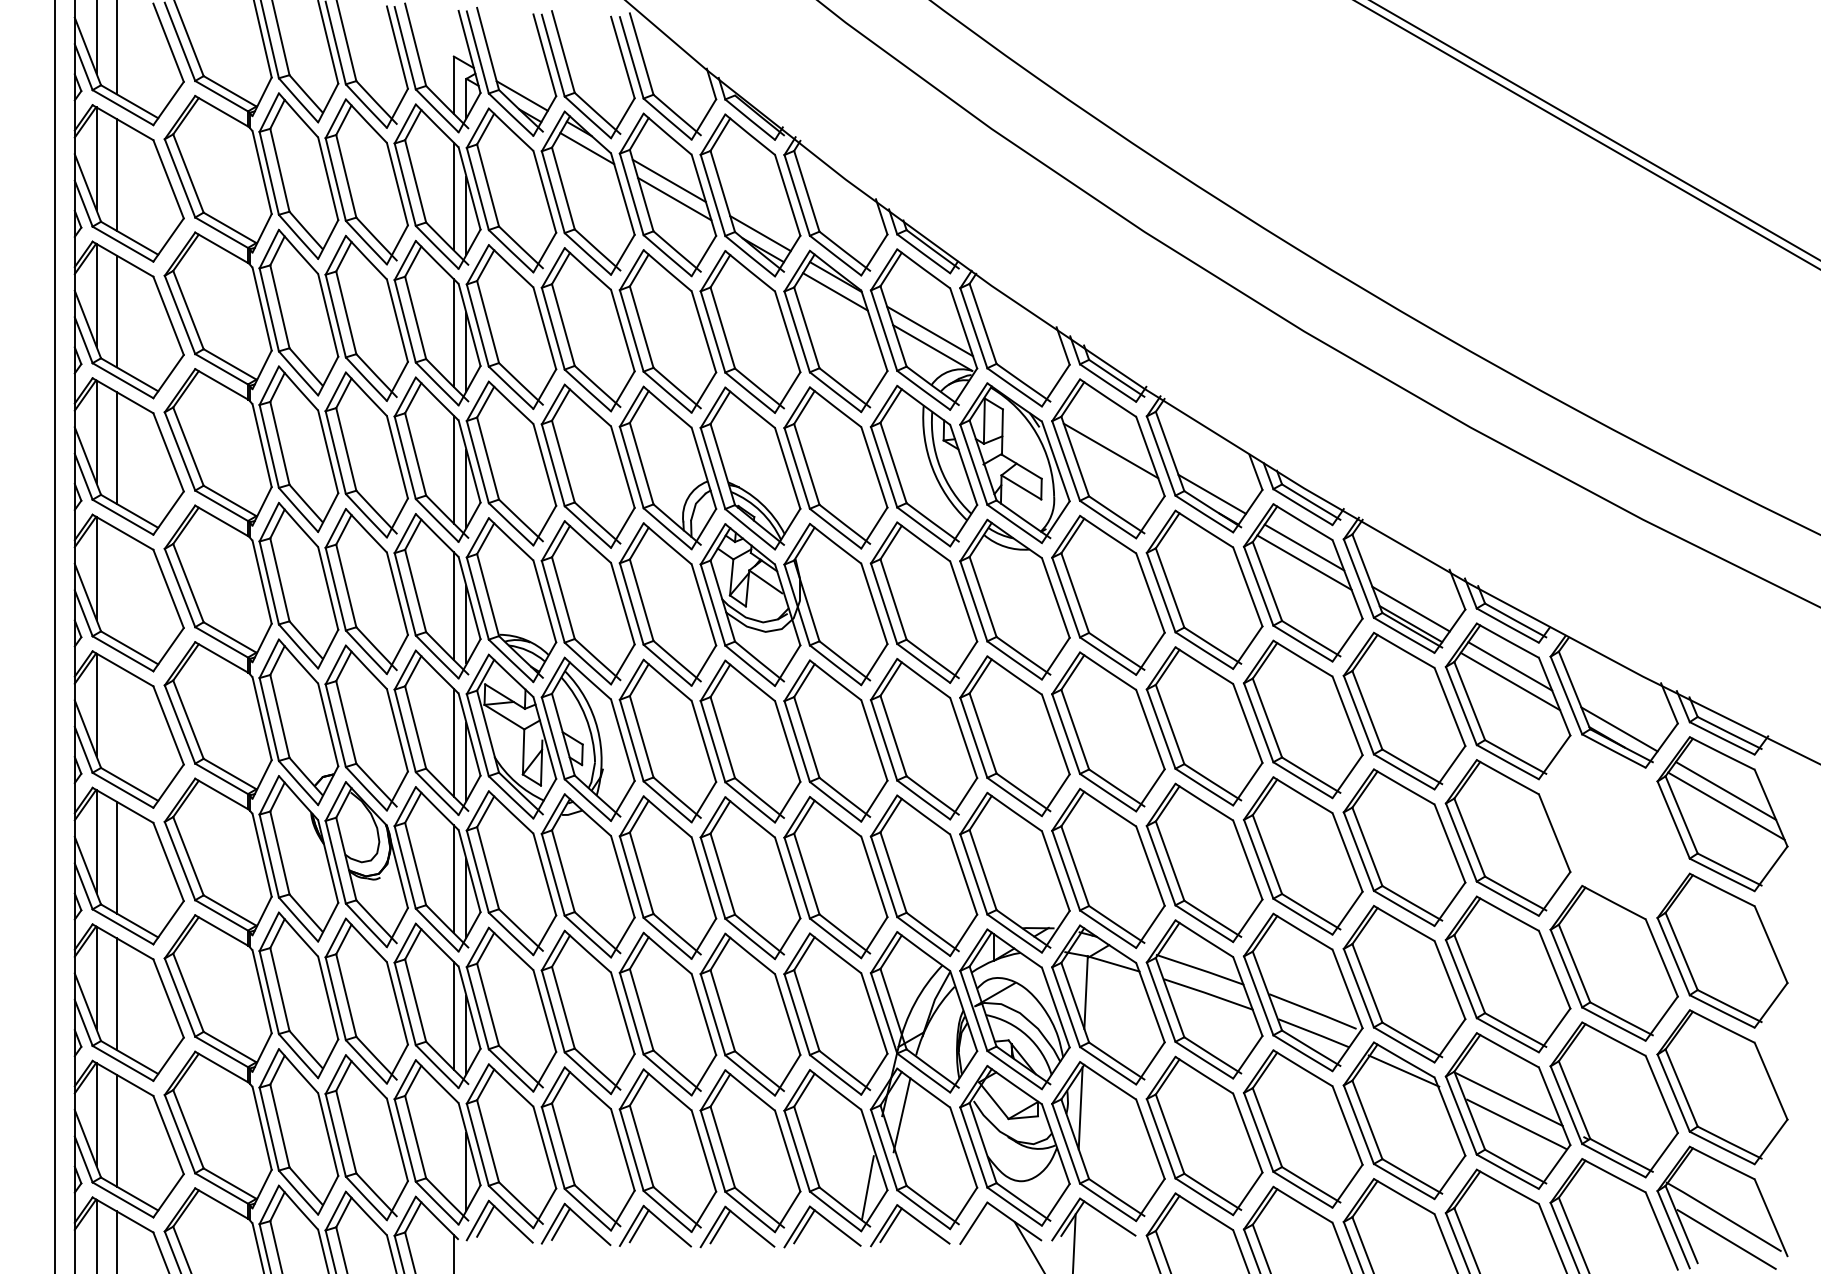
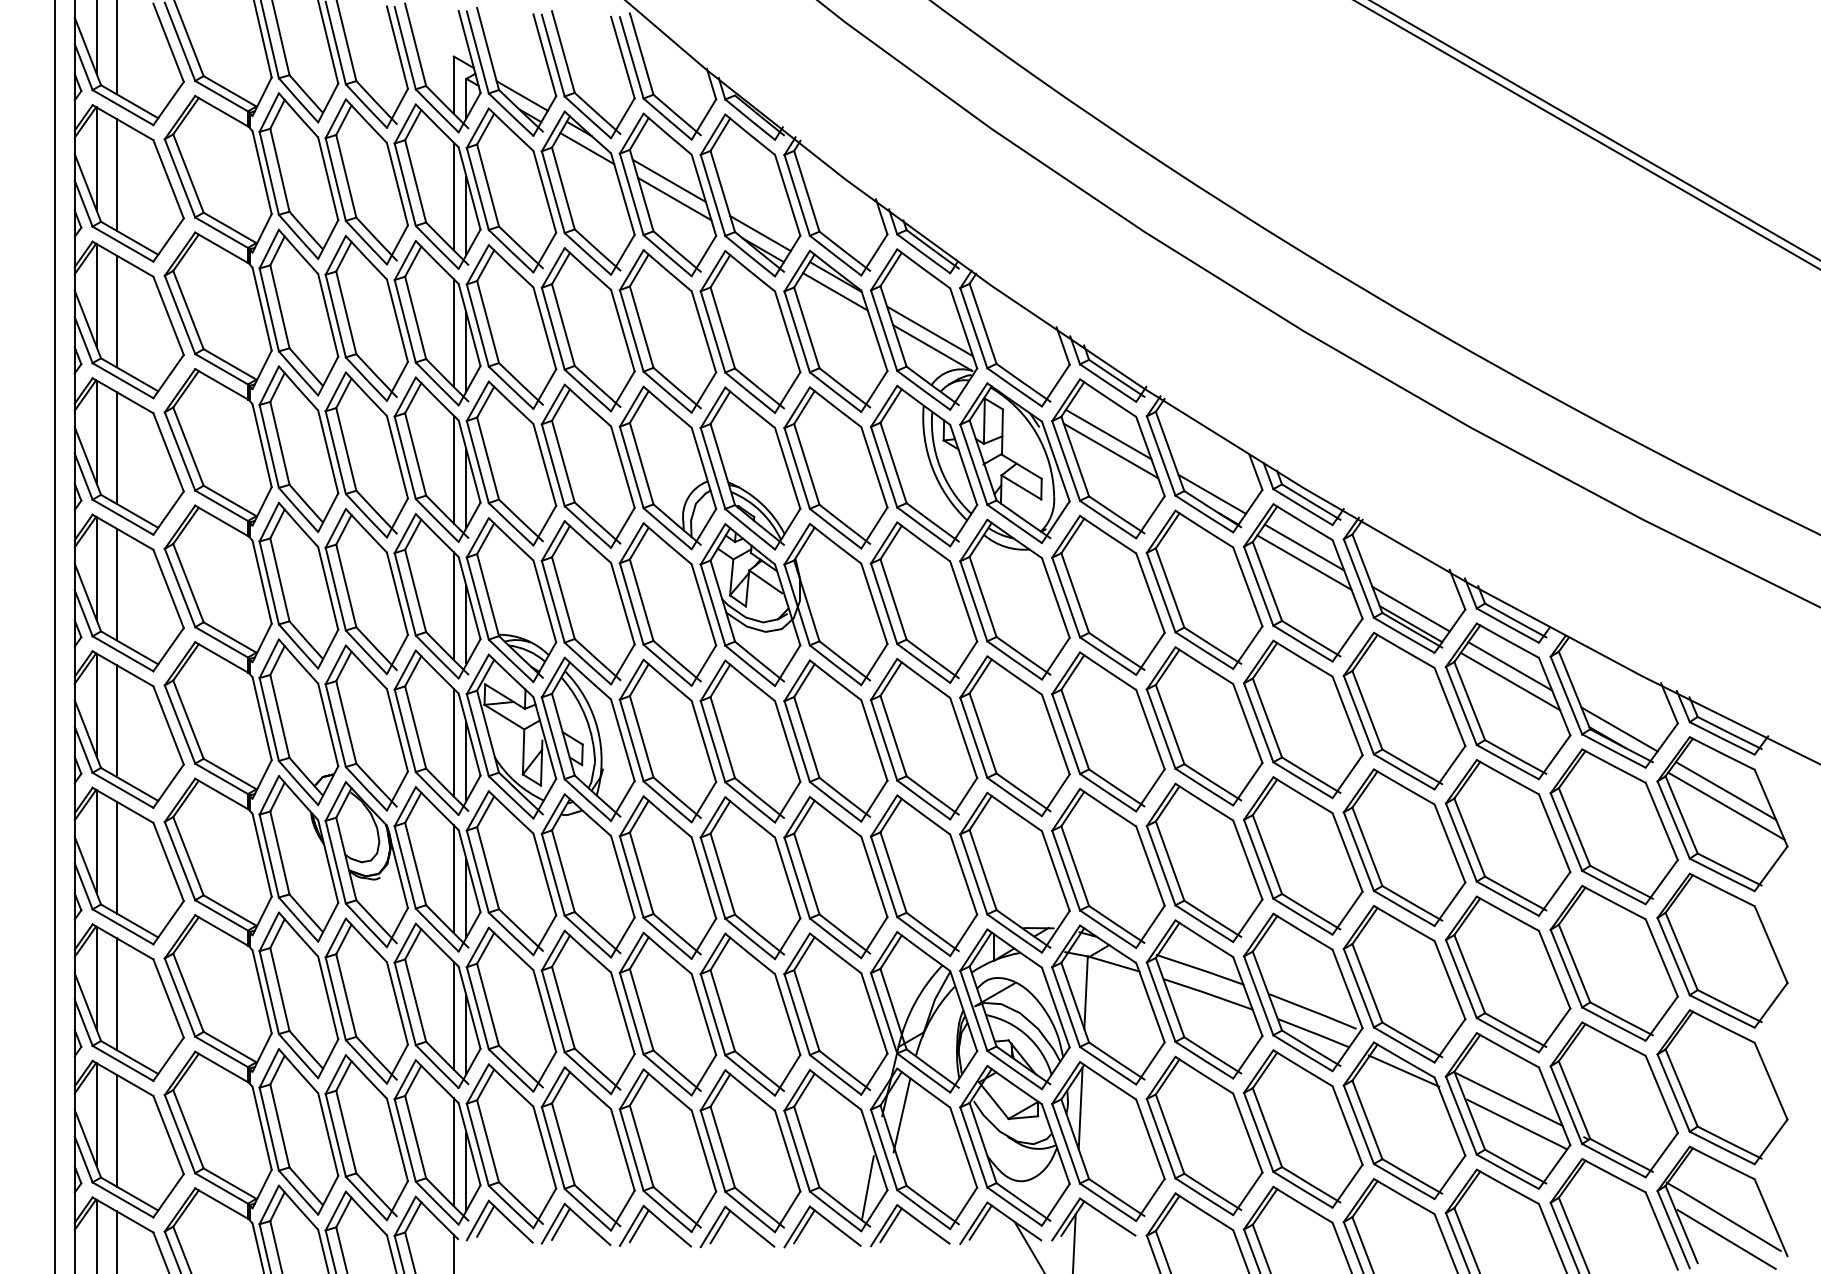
line at (1108, 434): none -> present
line at (116, 584): none -> present
line at (116, 720): none -> present
part at (1613, 826): none -> present
line at (453, 1152): none -> present
line at (980, 1222): none -> present
